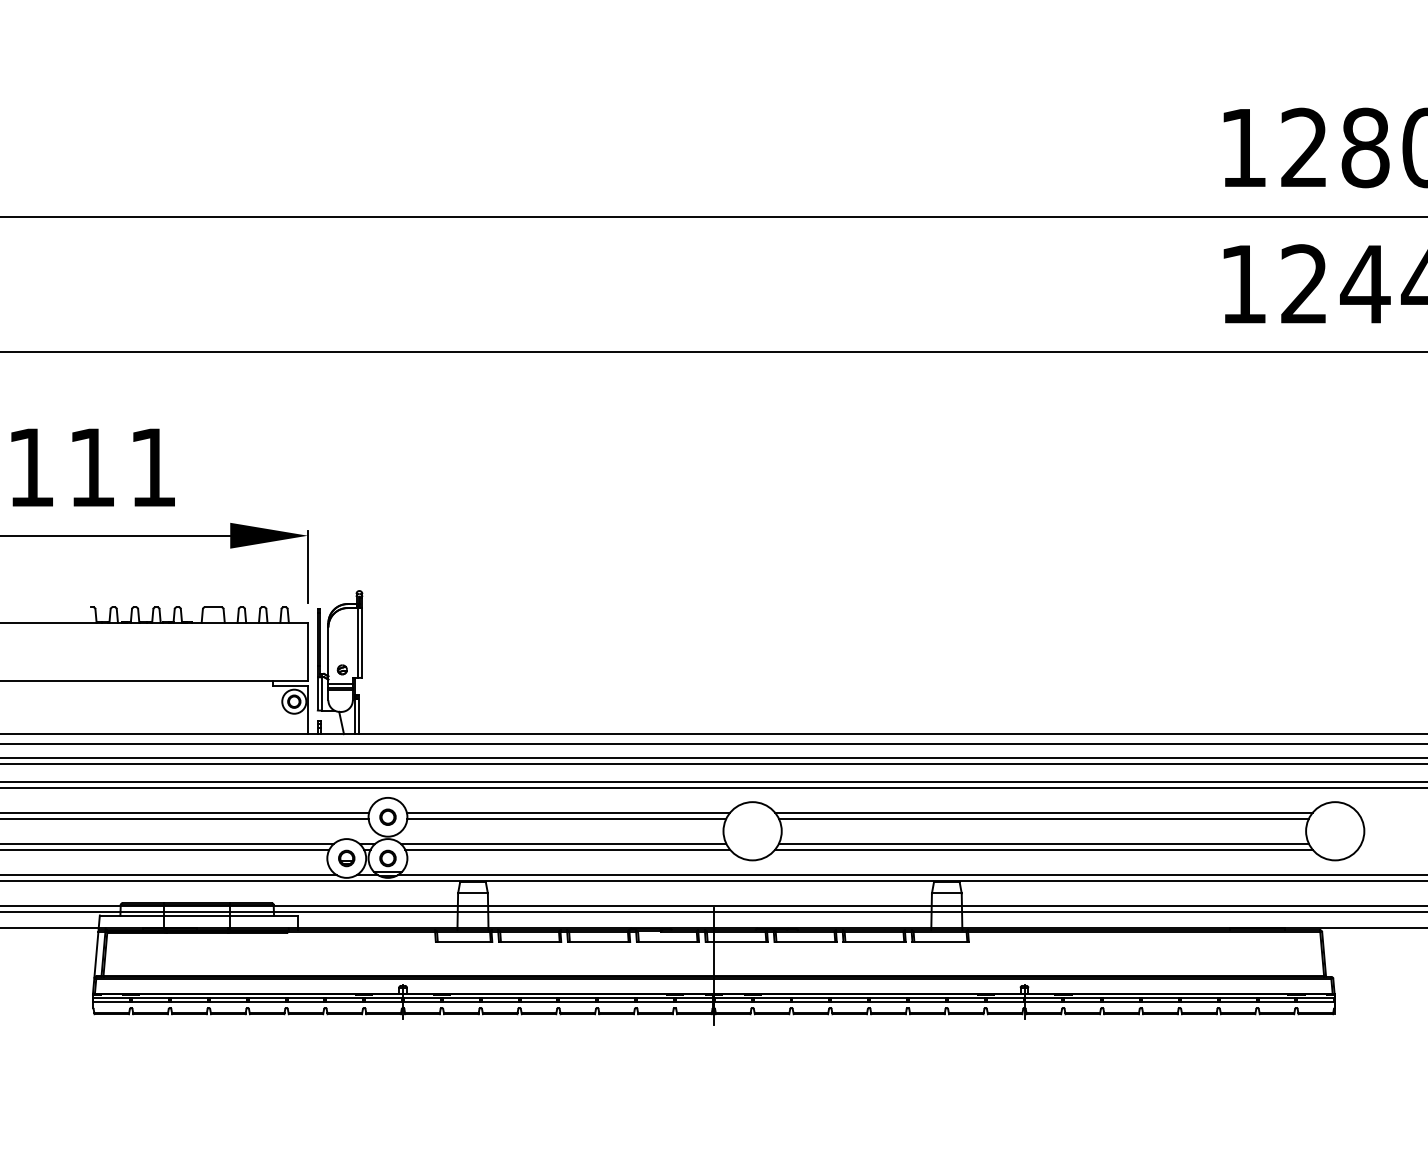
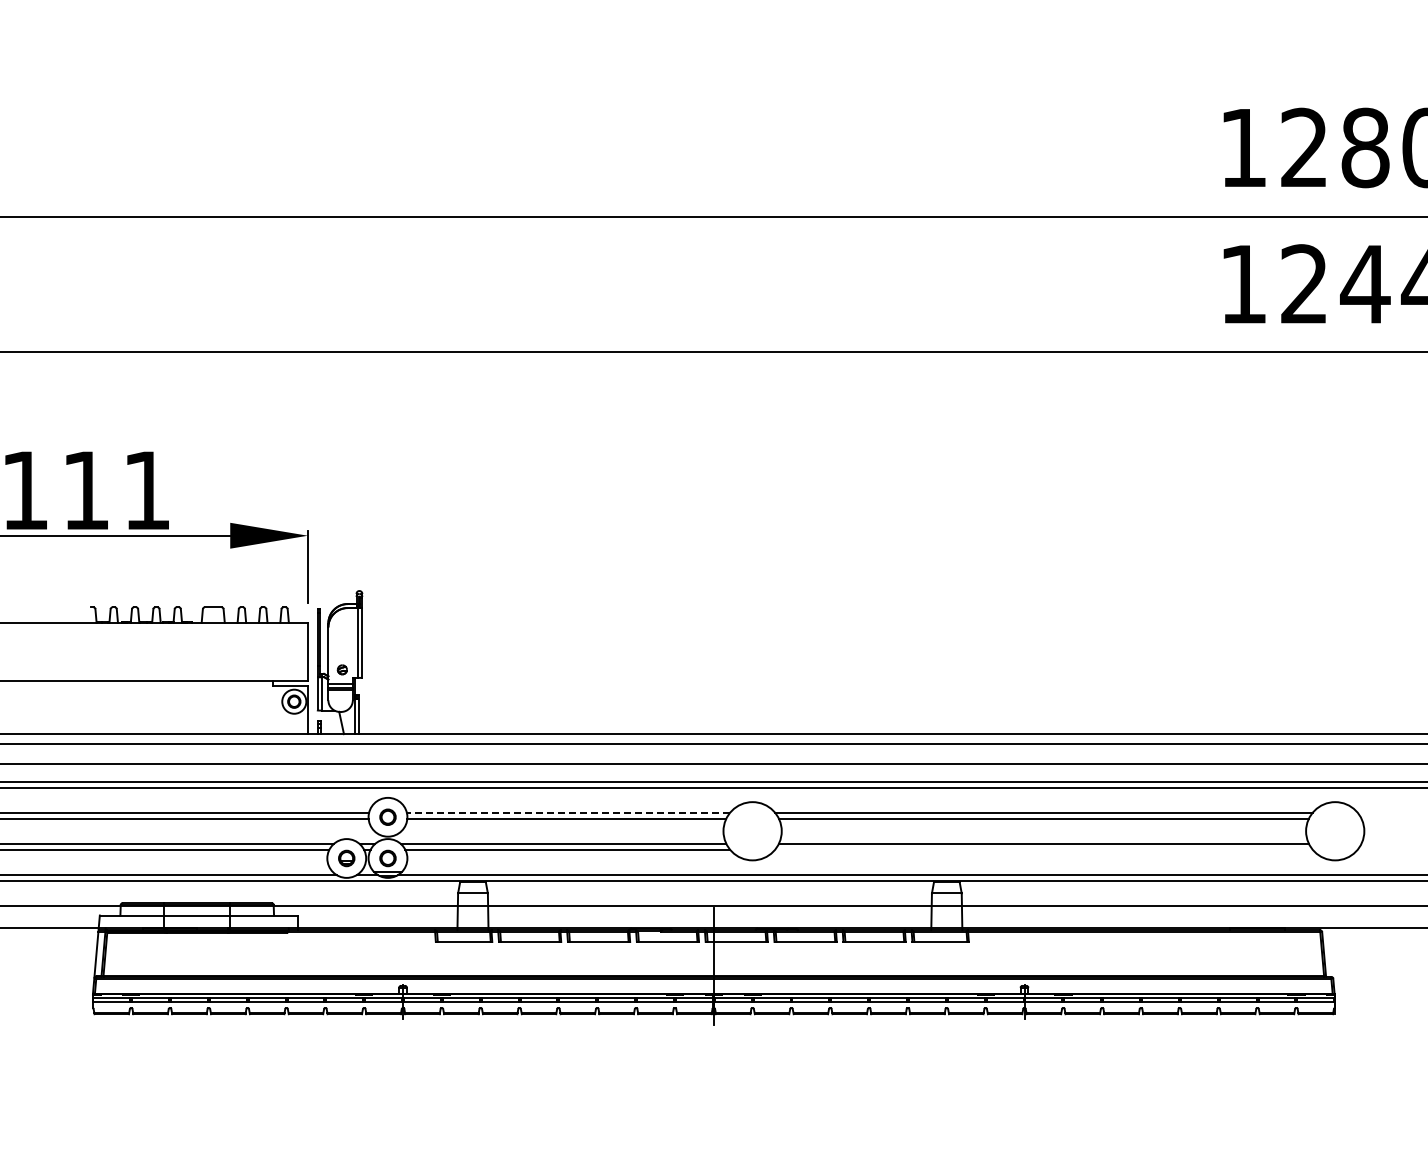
text at (92, 467) position: (92, 467) -> (86, 490)
line at (713, 758): present -> none
line at (568, 812): solid -> dashed
line at (1043, 849): present -> none
line at (713, 911): present -> none
